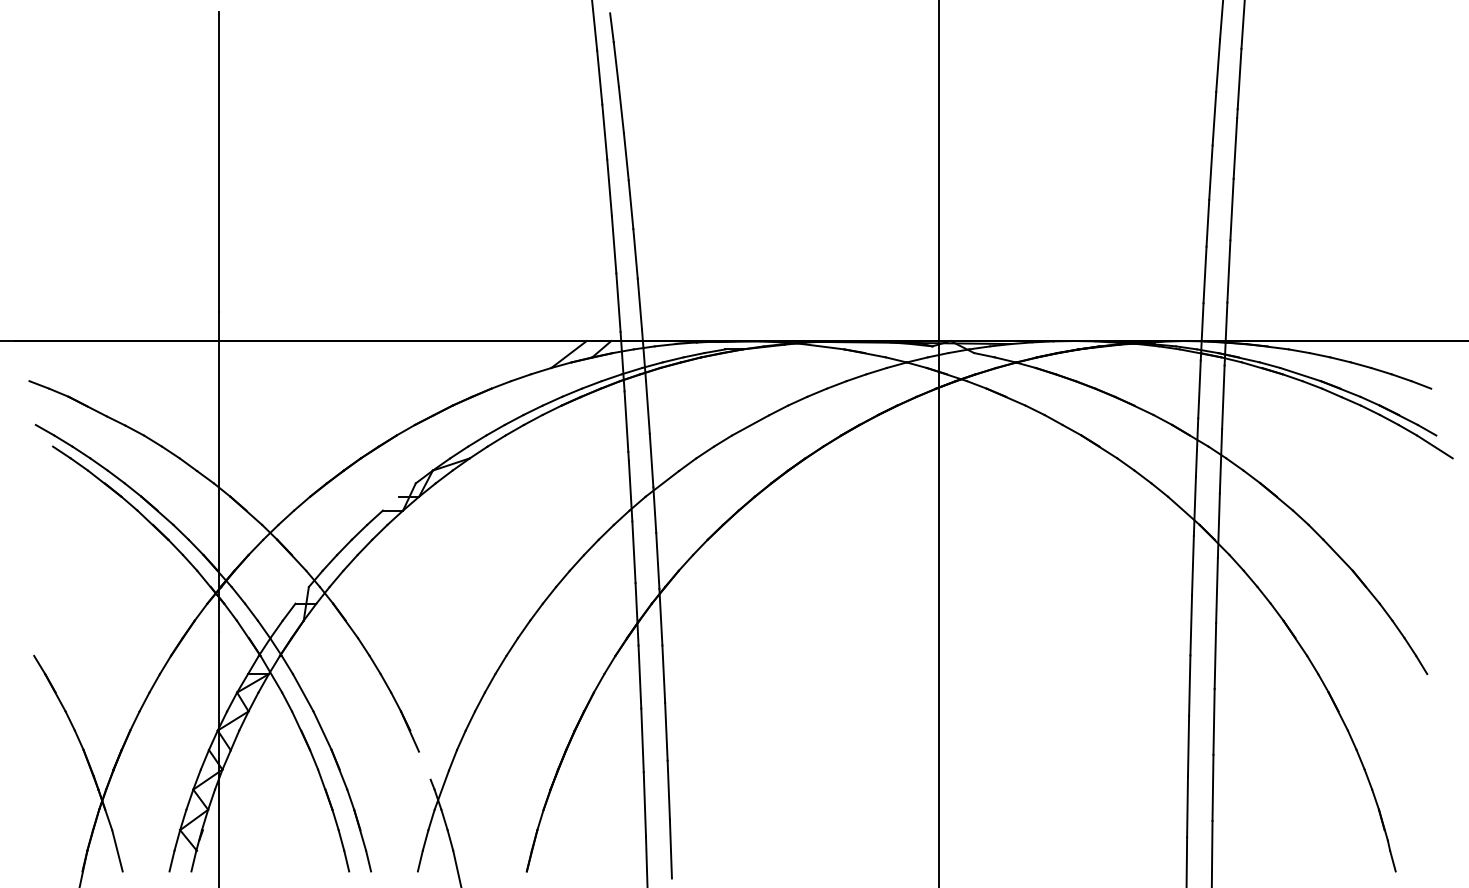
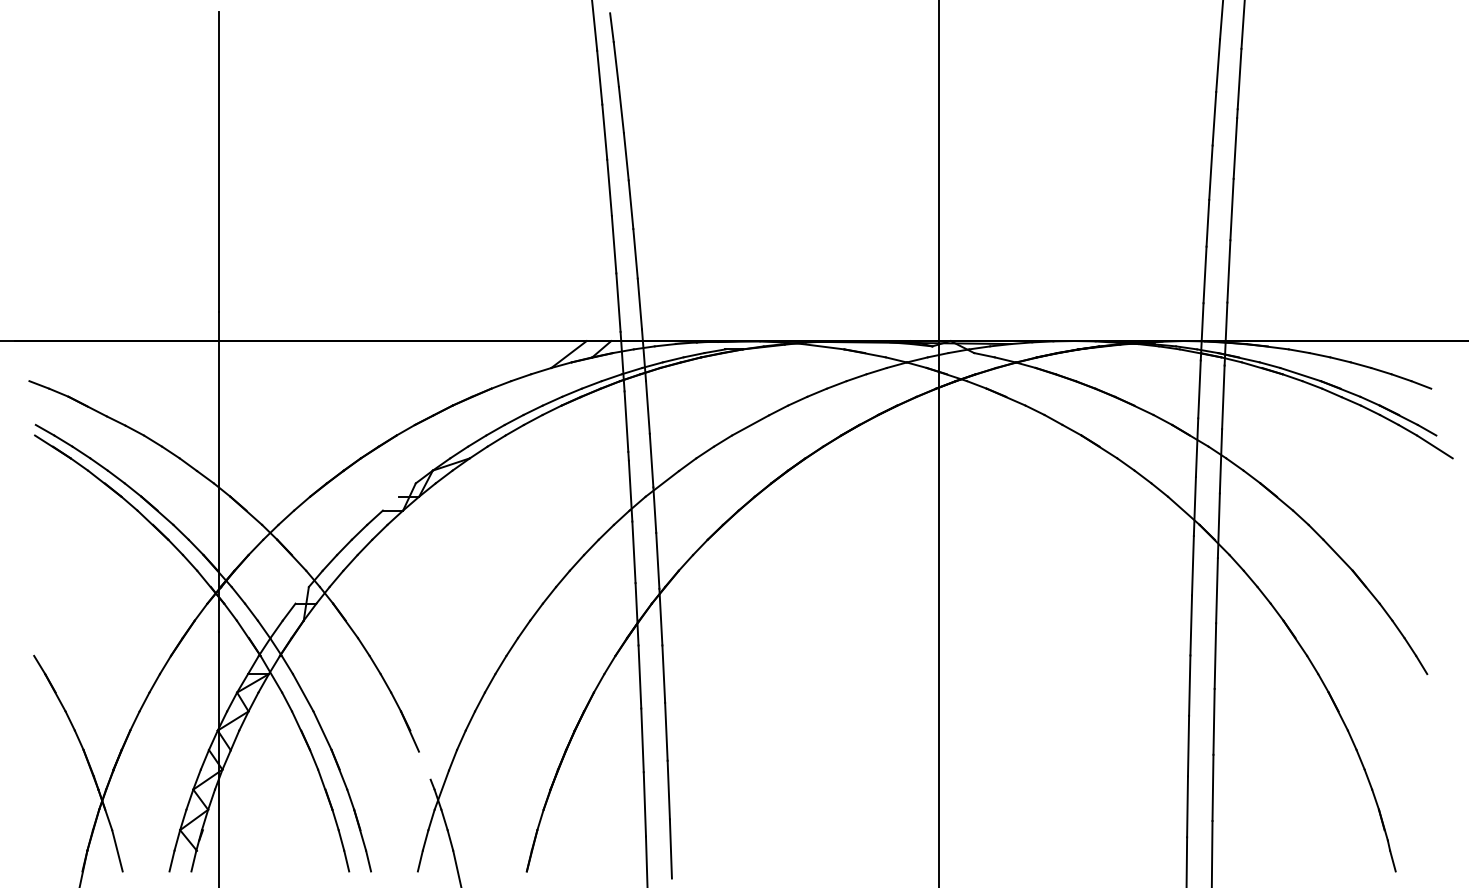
line at (52, 446): none -> present
